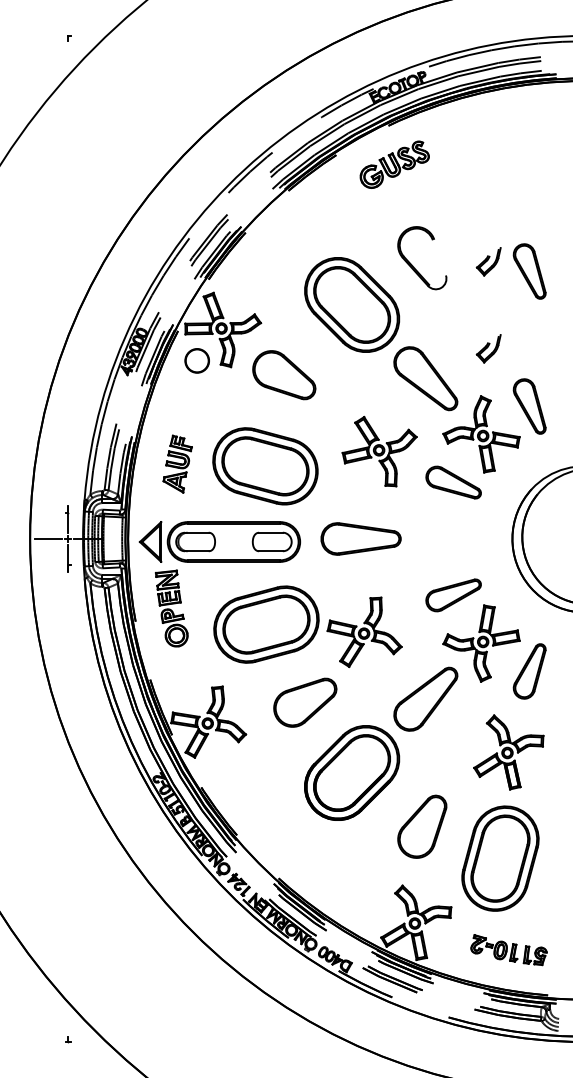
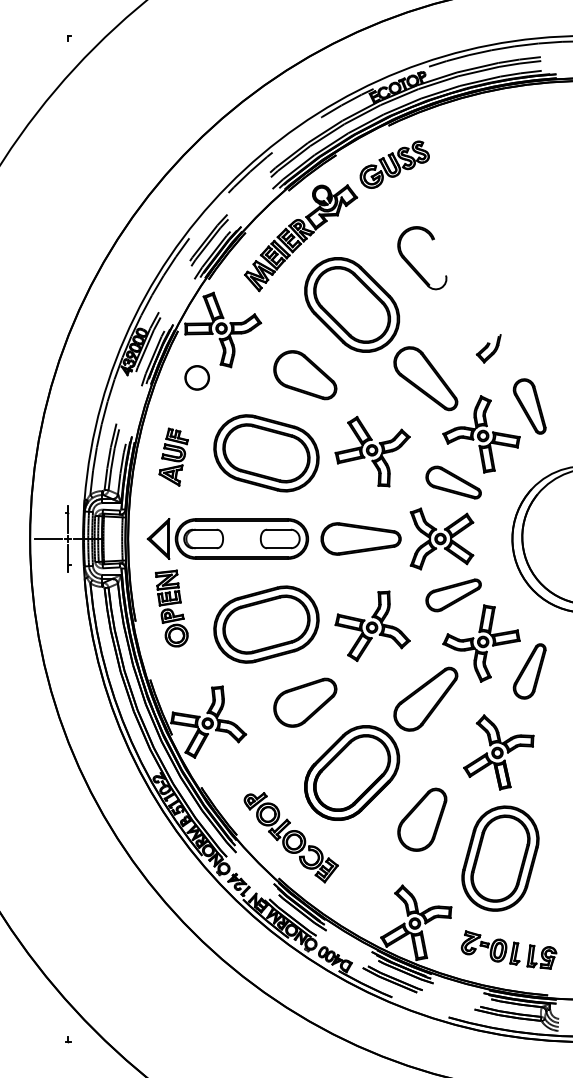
part at (301, 238): none -> present
part at (488, 261): present -> none
part at (529, 271): present -> none
circle at (196, 360) position: (196, 360) -> (196, 377)
part at (284, 375) position: (284, 375) -> (305, 375)
part at (379, 451) position: (379, 451) -> (372, 451)
part at (177, 463) position: (177, 463) -> (173, 456)
part at (265, 466) position: (265, 466) -> (266, 453)
part at (441, 538): none -> present
part at (219, 541) position: (219, 541) -> (227, 538)
part at (364, 632) position: (364, 632) -> (372, 626)
part at (508, 752) position: (508, 752) -> (498, 752)
part at (422, 826) position: (422, 826) -> (422, 819)
part at (290, 837): none -> present
part at (508, 950) size: 78x33 px -> 98x40 px
